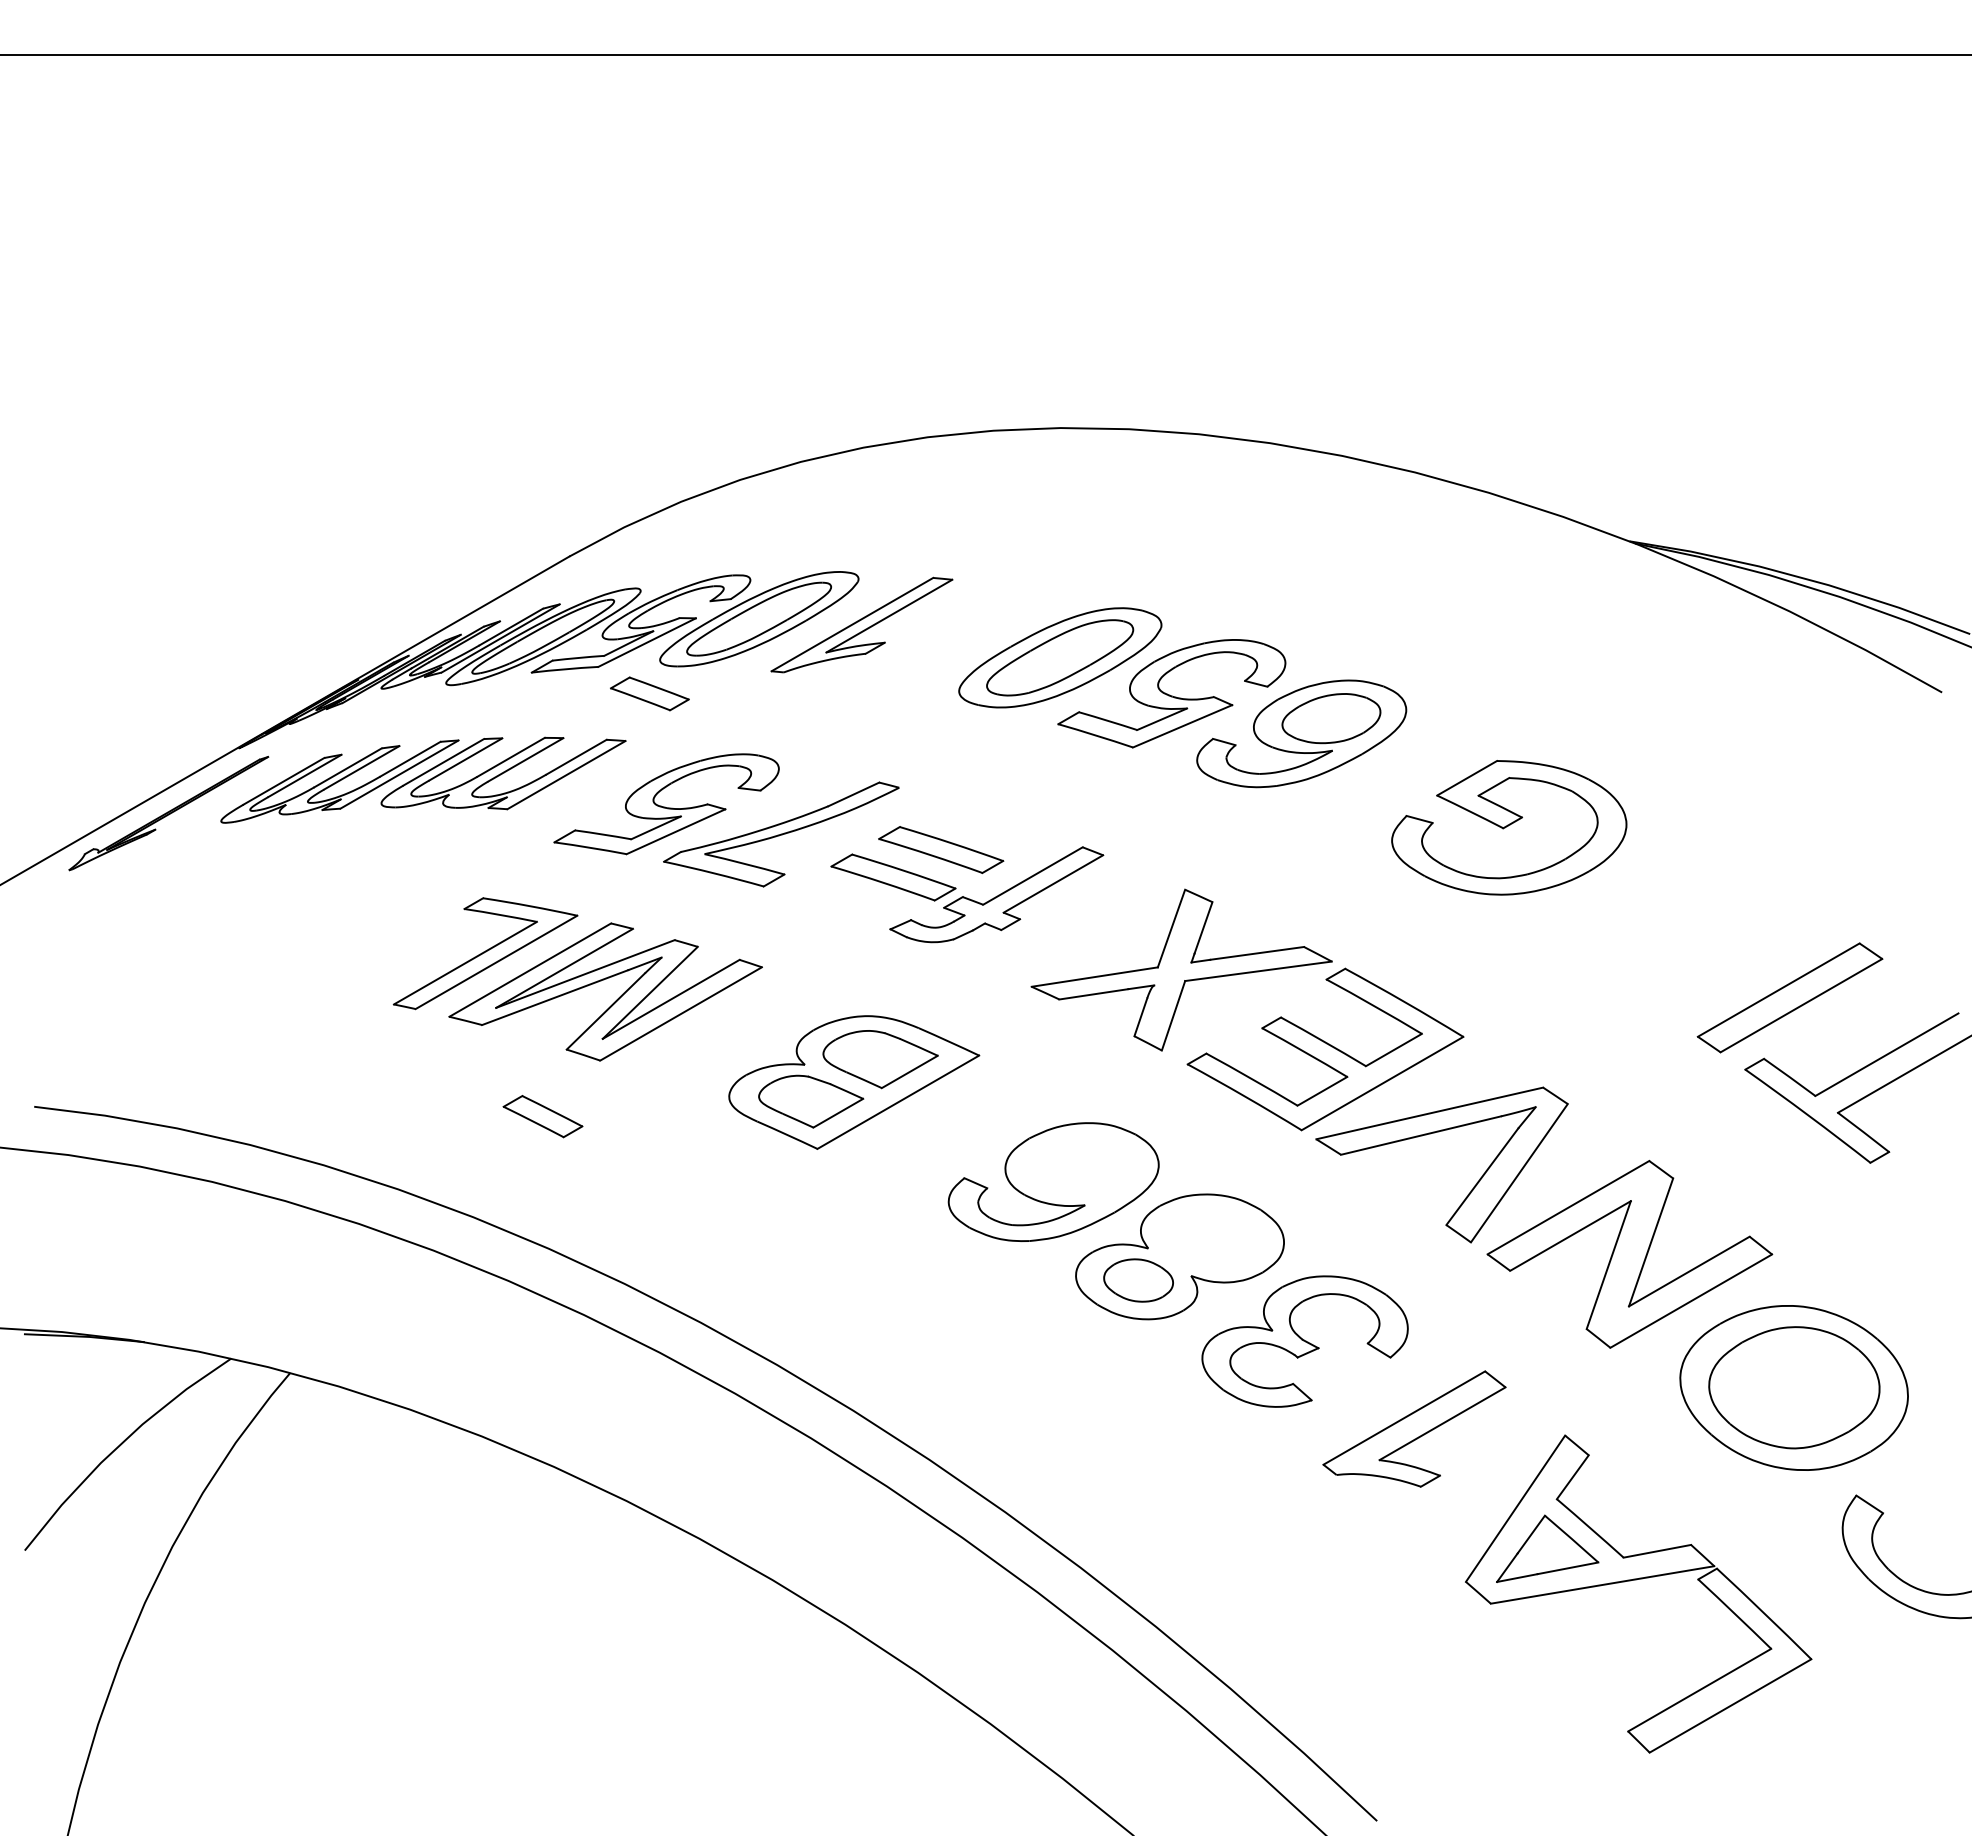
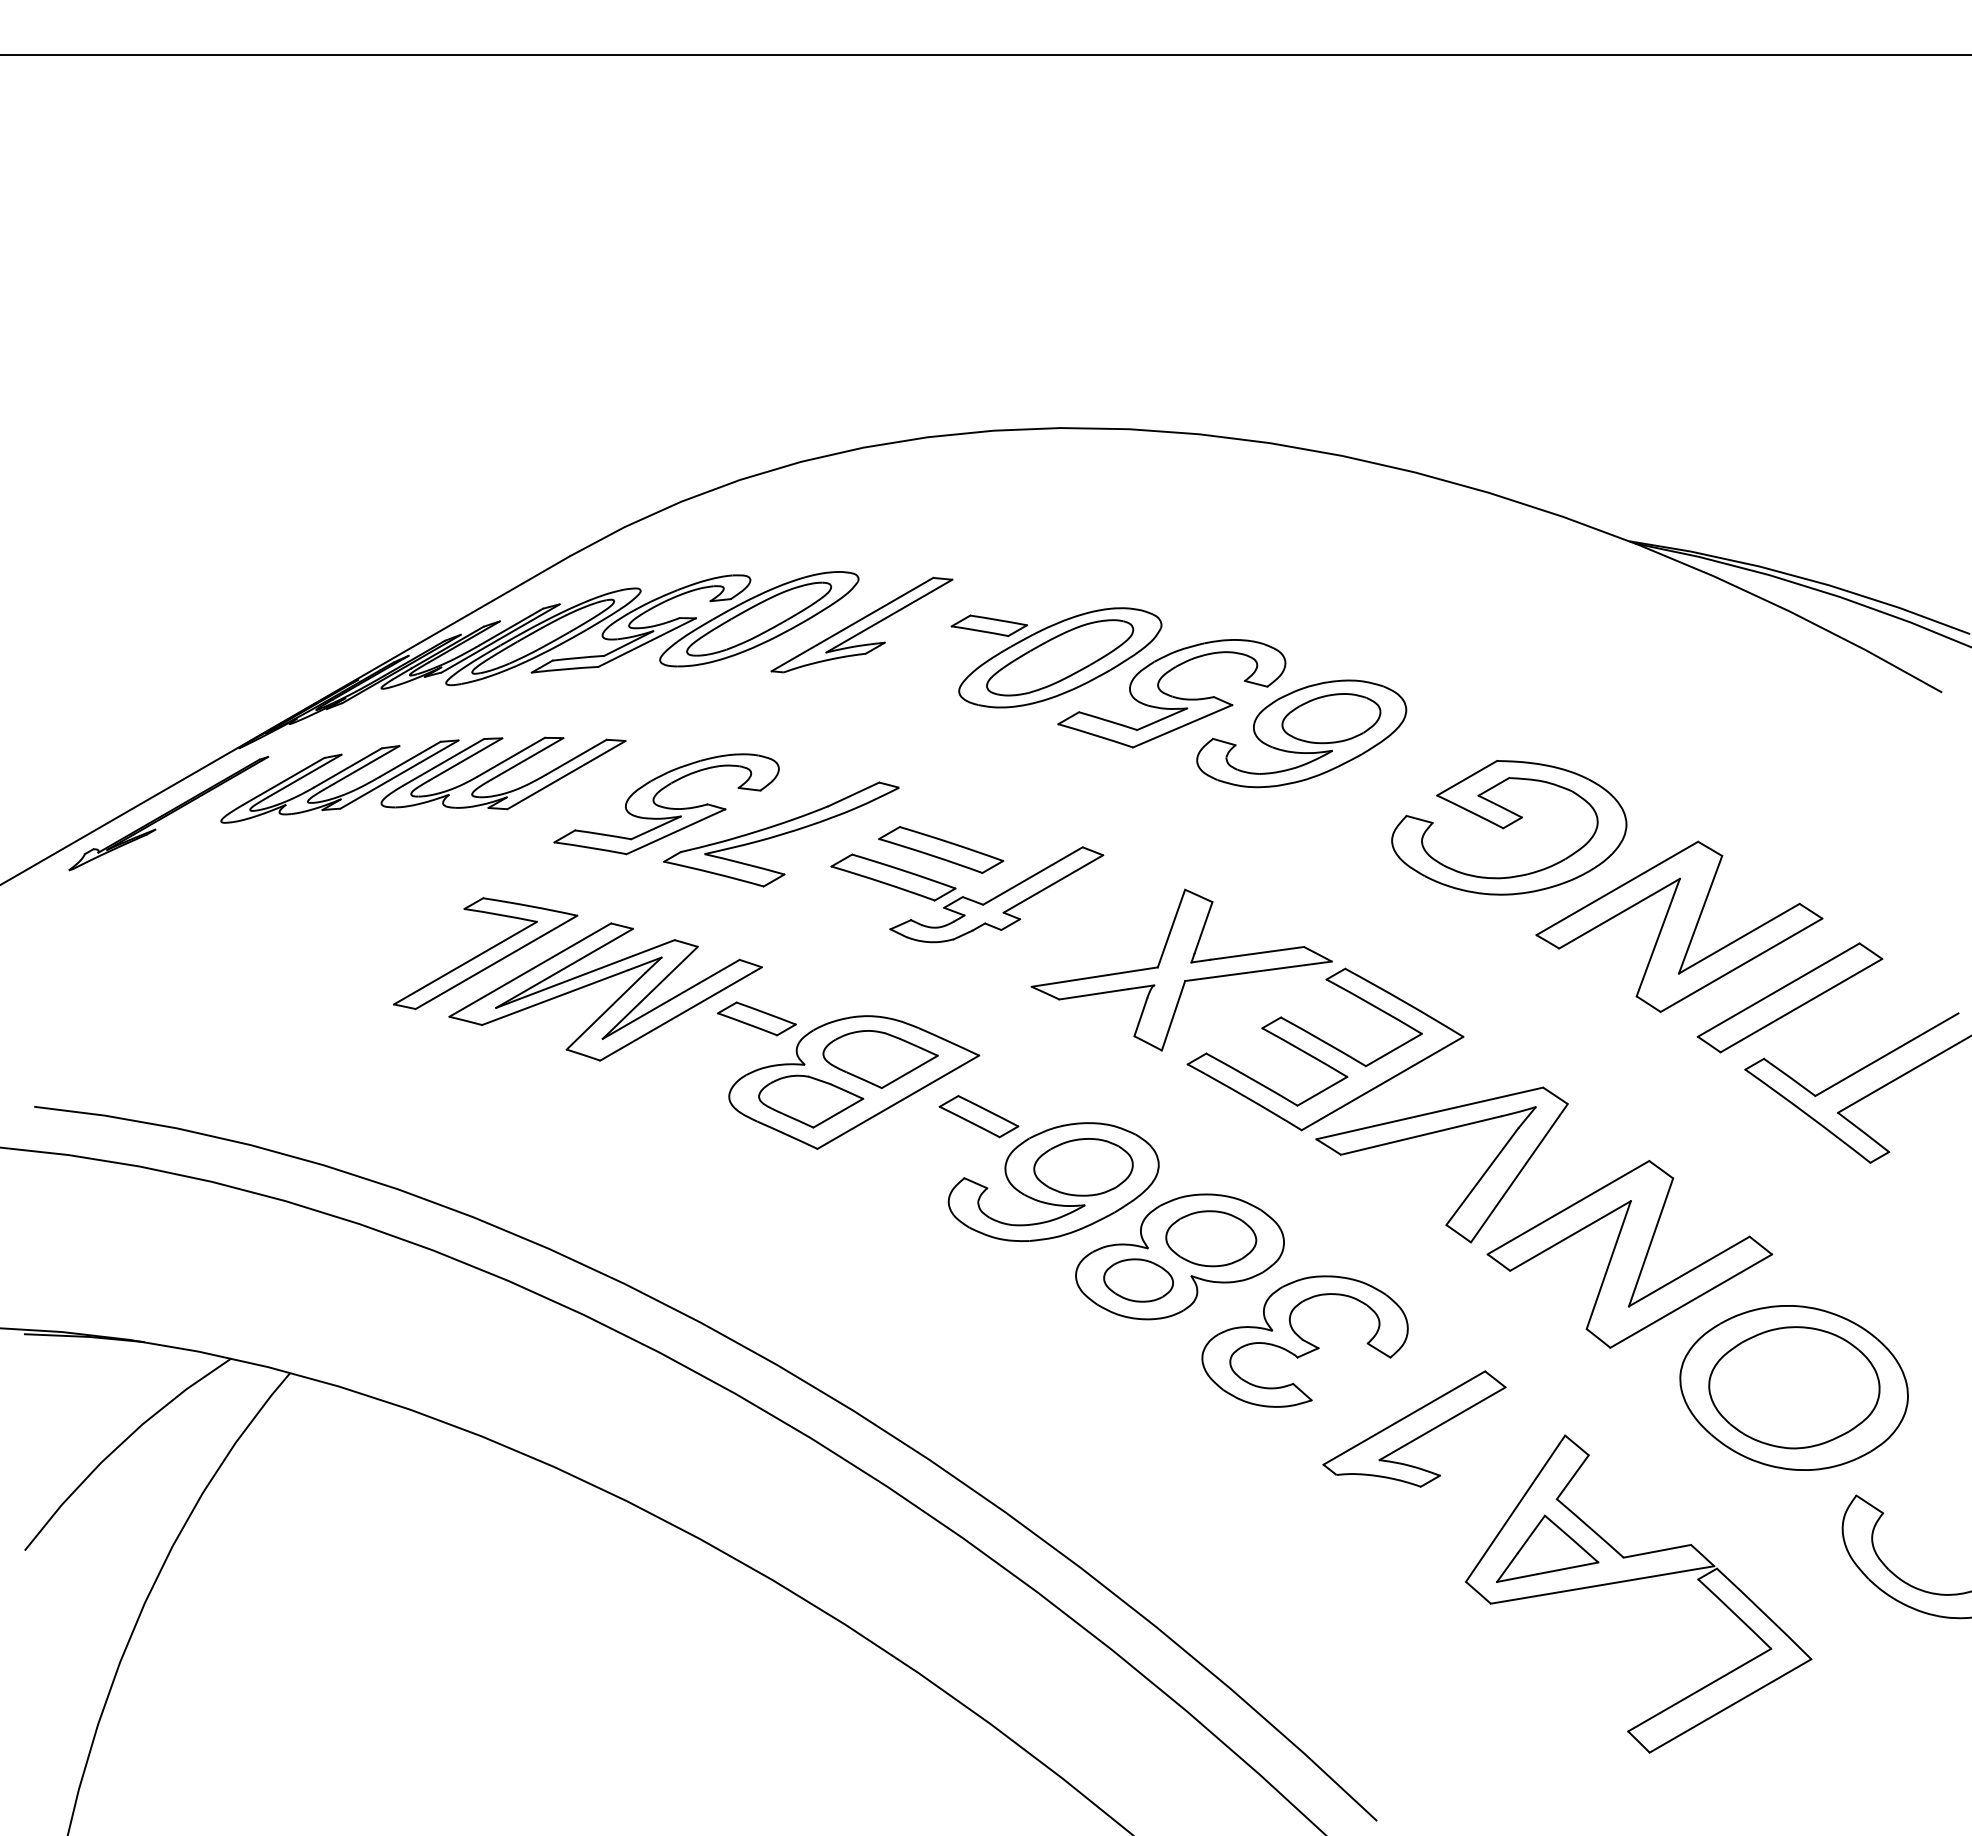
part at (989, 625): none -> present
part at (649, 693) position: (649, 693) -> (756, 1018)
part at (1679, 926): none -> present
part at (542, 1116) position: (542, 1116) -> (978, 1116)
part at (1083, 1167): none -> present
part at (1211, 1238): none -> present
